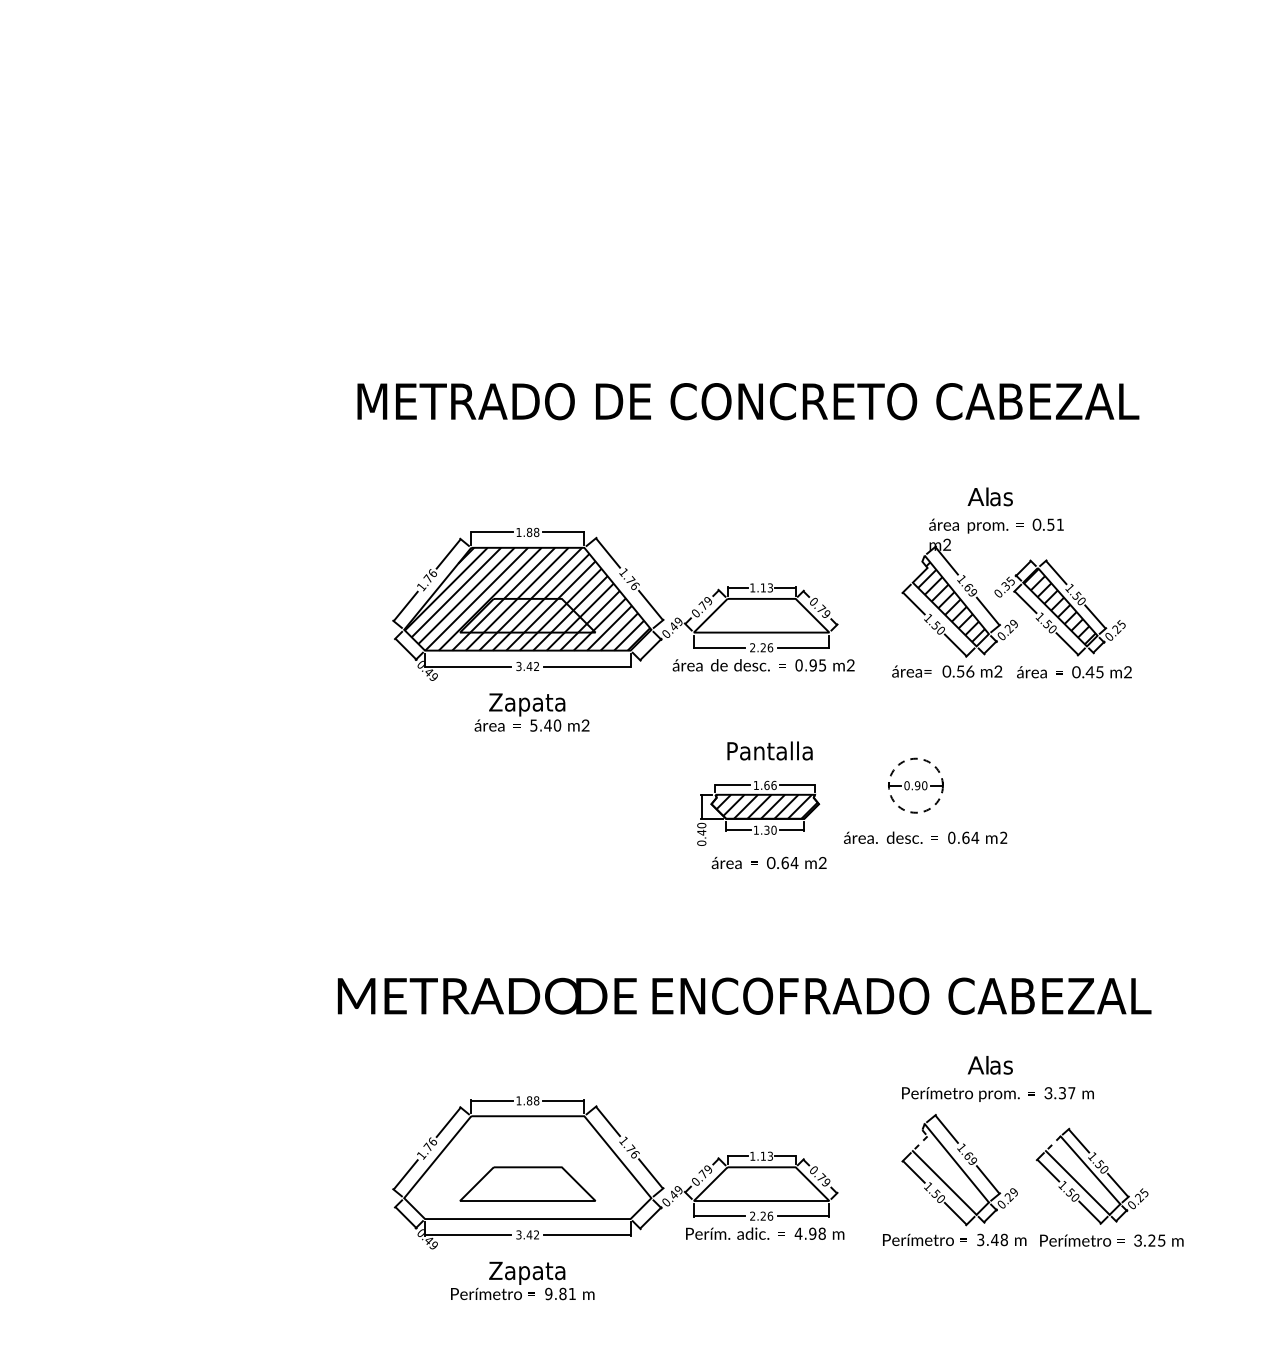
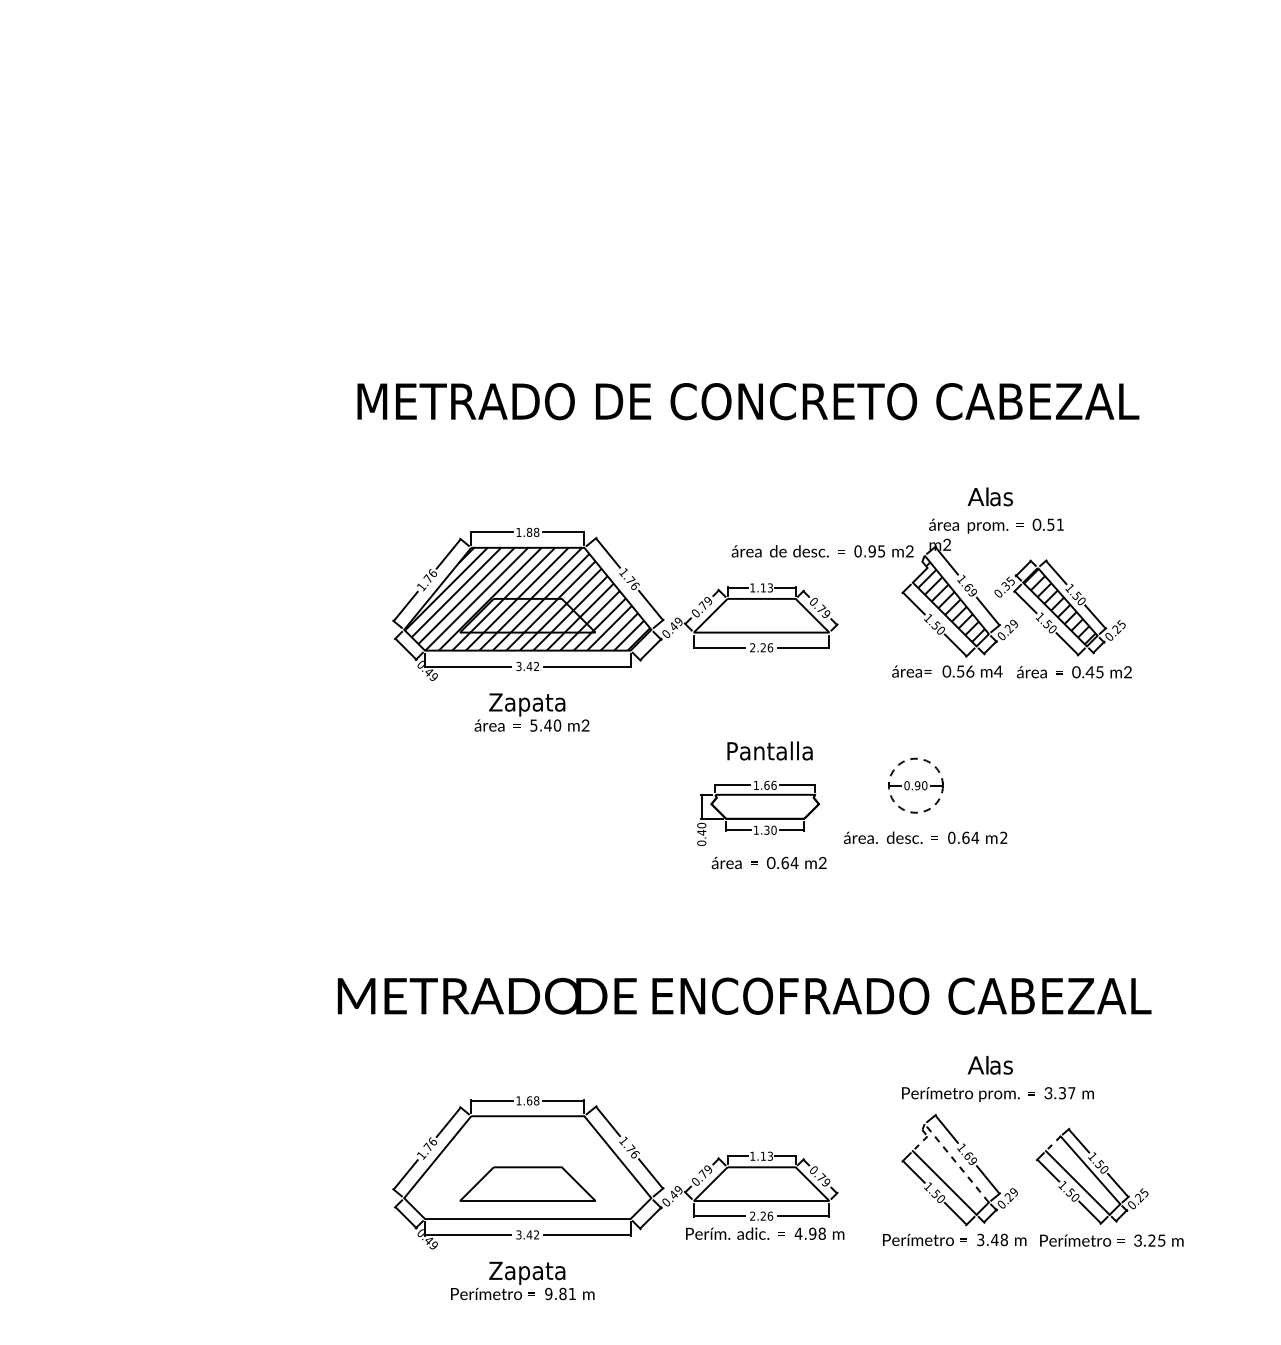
text at (763, 665) position: (763, 665) -> (822, 551)
text at (997, 671): m2 -> m4
hatch at (766, 806): present -> none
text at (529, 1100): 1.88 -> 1.68
line at (956, 1163): solid -> dashed
